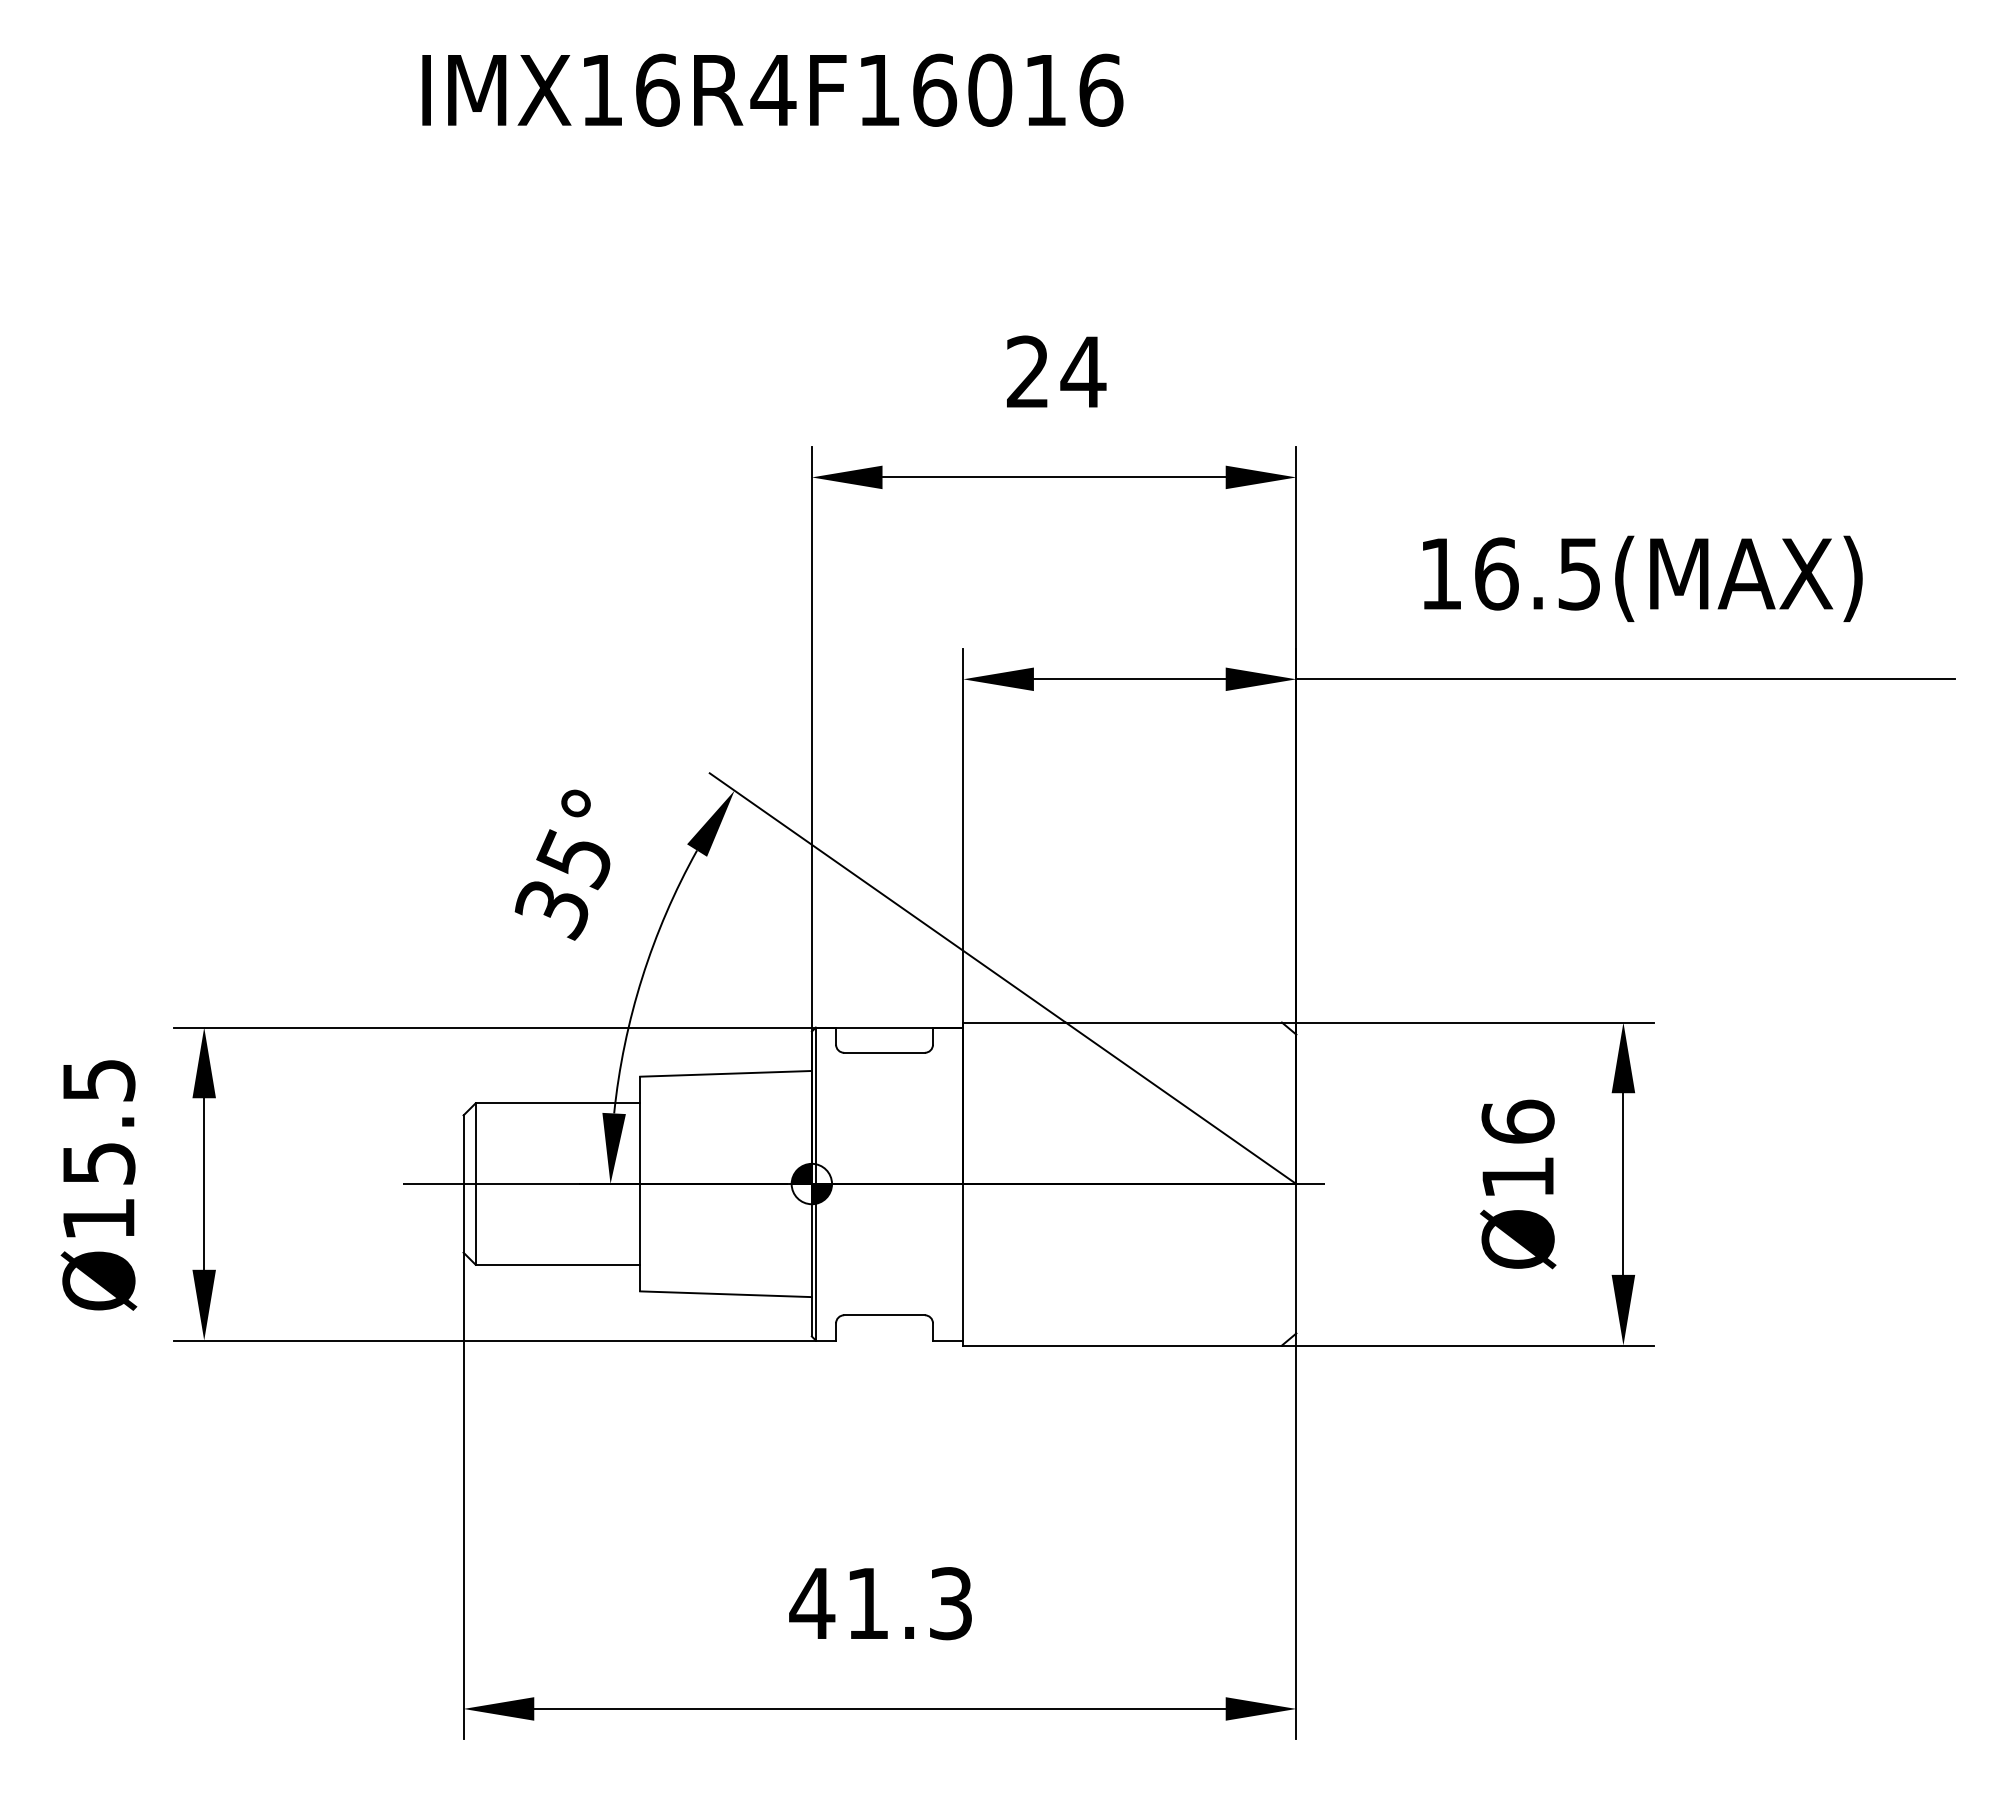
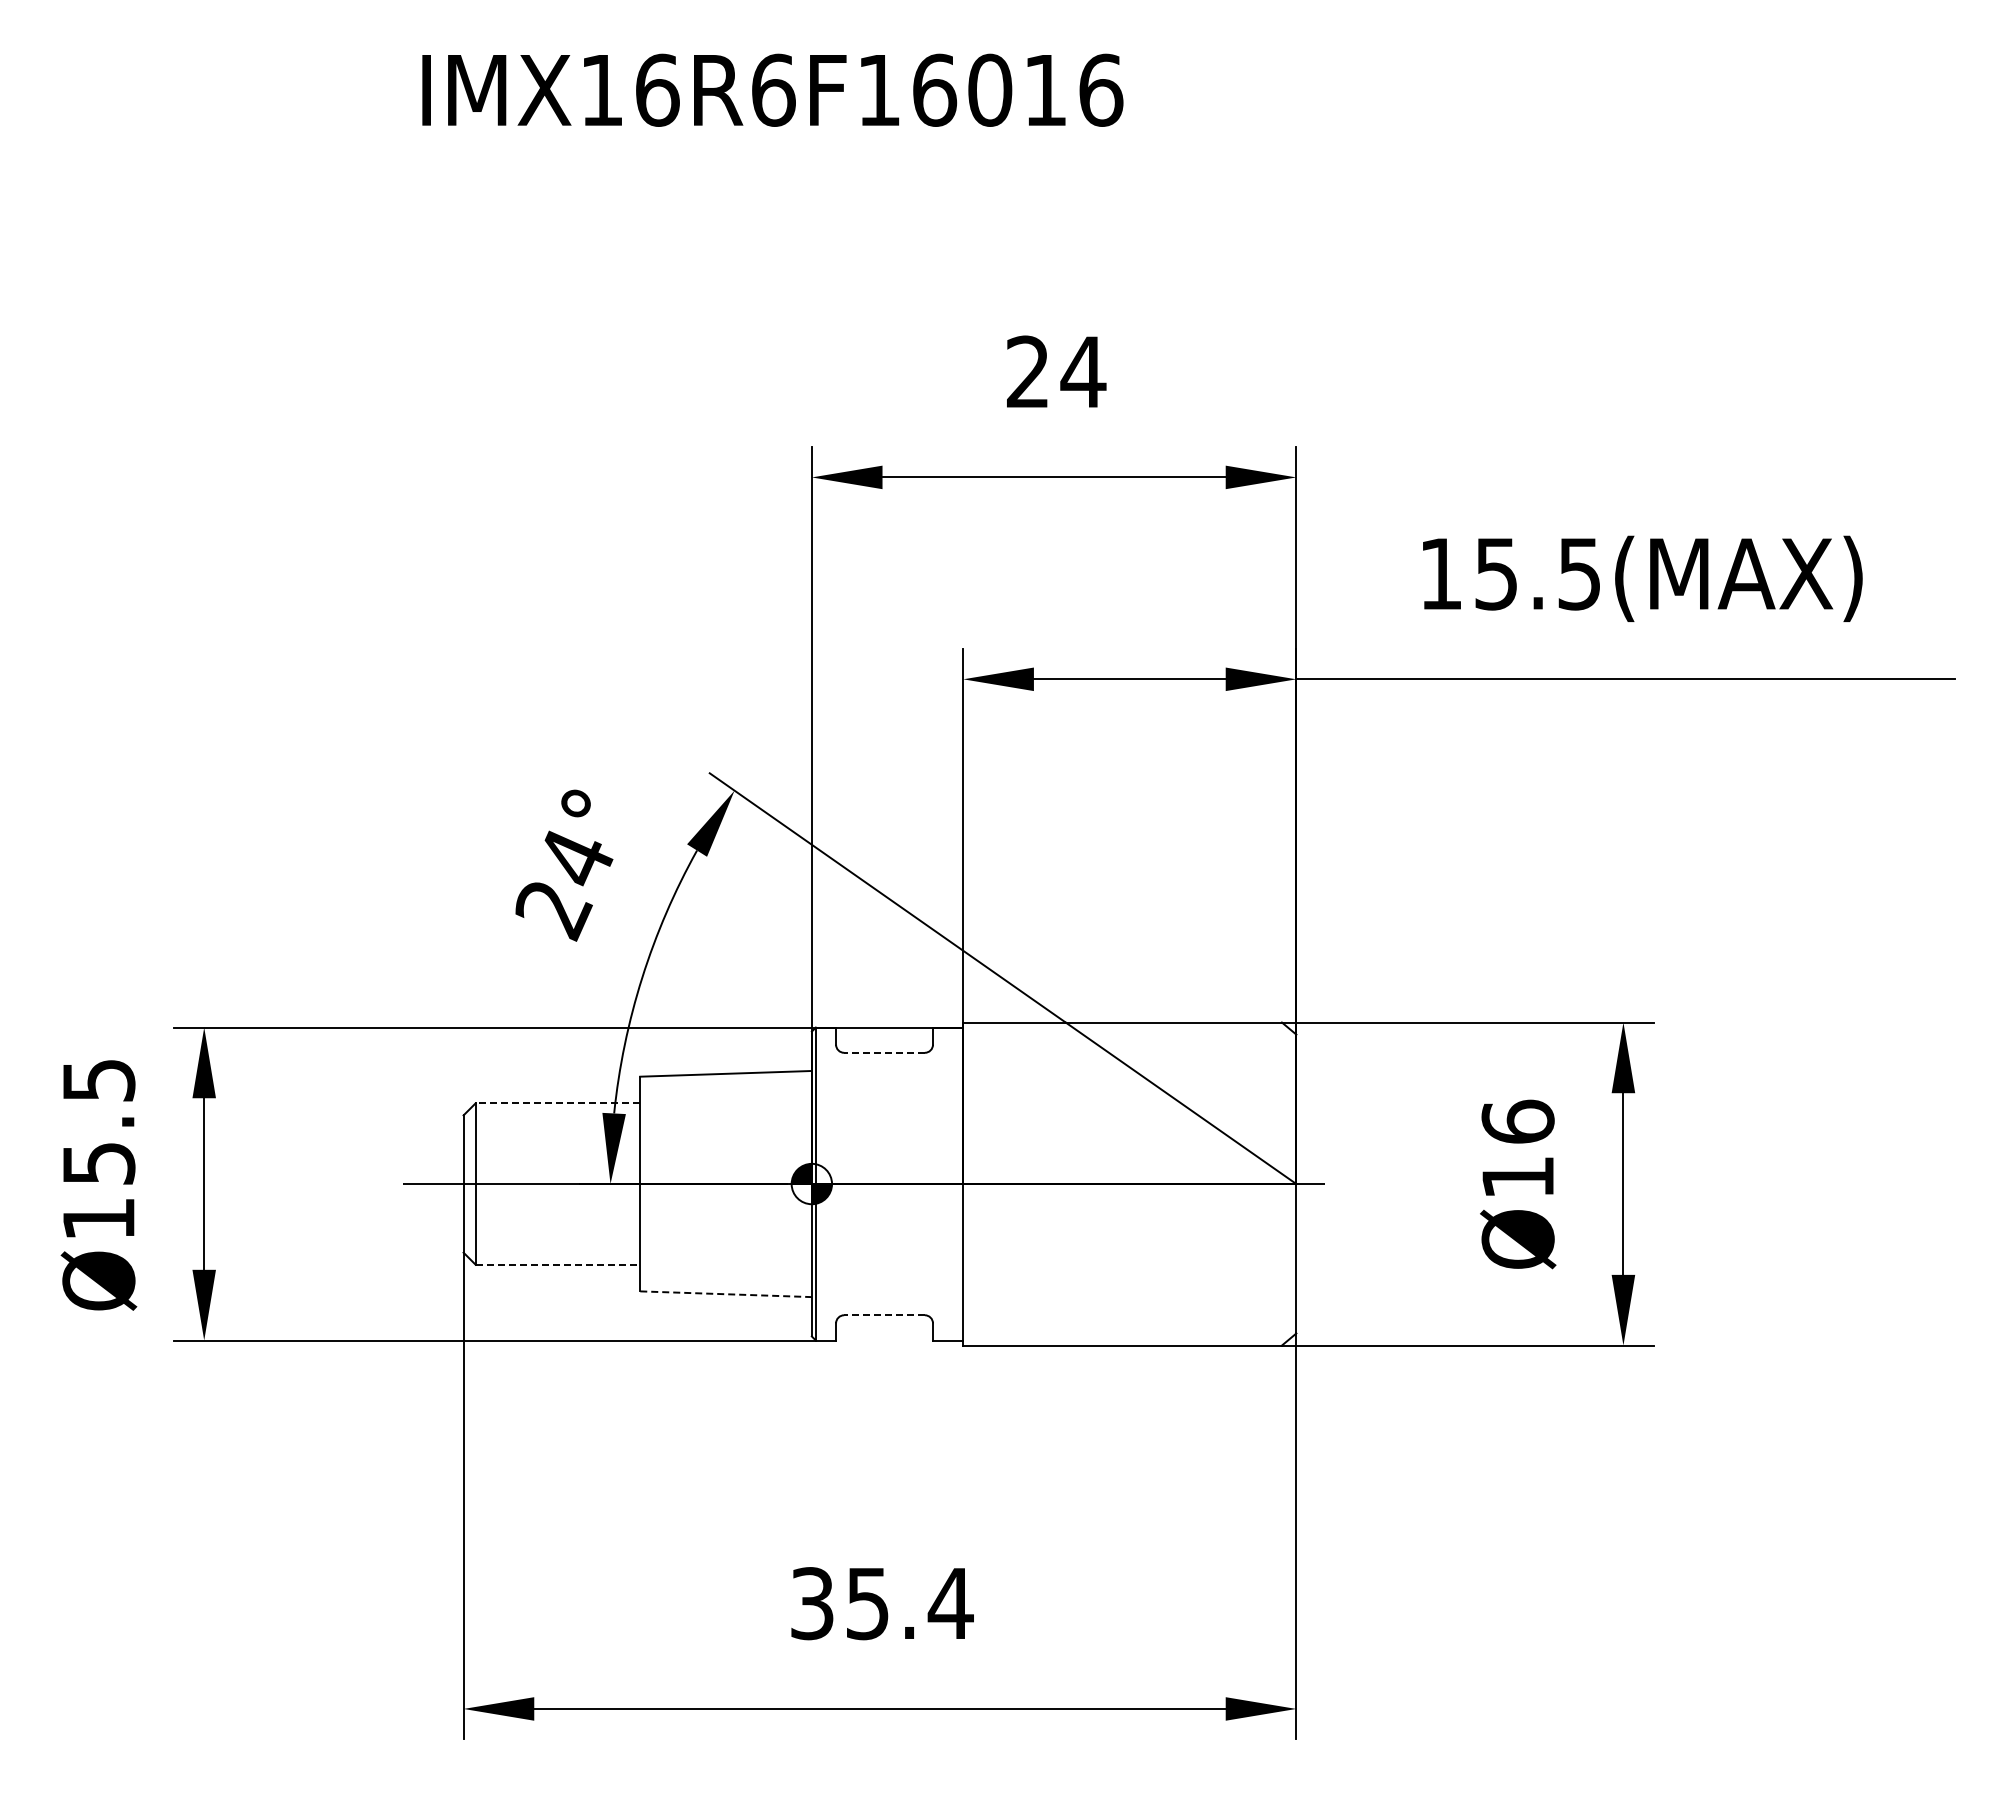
text at (773, 89): IMX16R4F16016 -> IMX16R6F16016
text at (1496, 573): 16.5(MAX) -> 15.5(MAX)
text at (563, 885): 35° -> 24°
line at (884, 1052): solid -> dashed
line at (557, 1103): solid -> dashed
line at (558, 1264): solid -> dashed
line at (726, 1294): solid -> dashed
line at (884, 1315): solid -> dashed
text at (881, 1603): 41.3 -> 35.4
